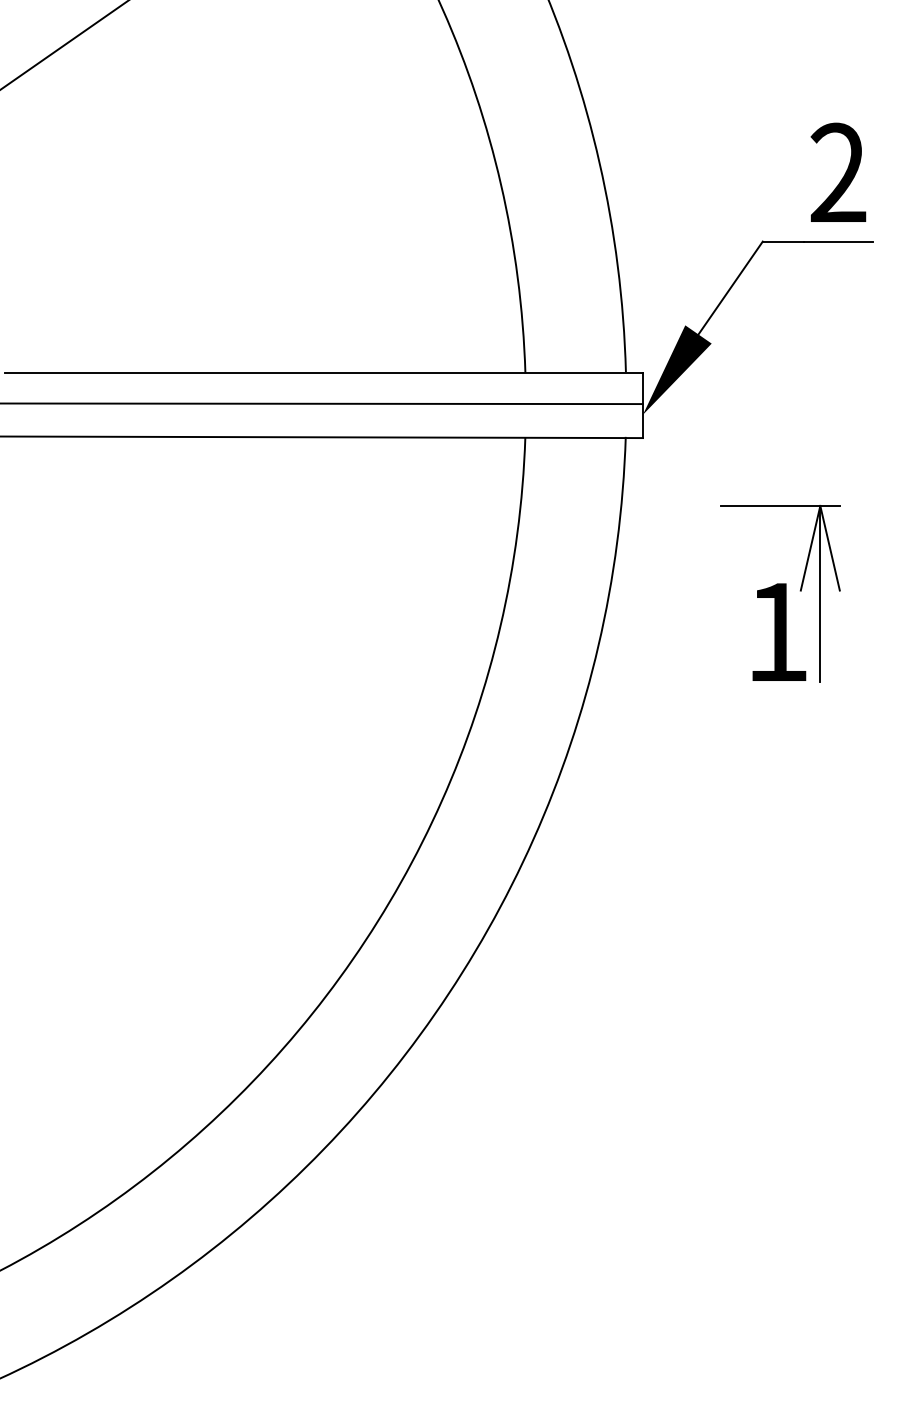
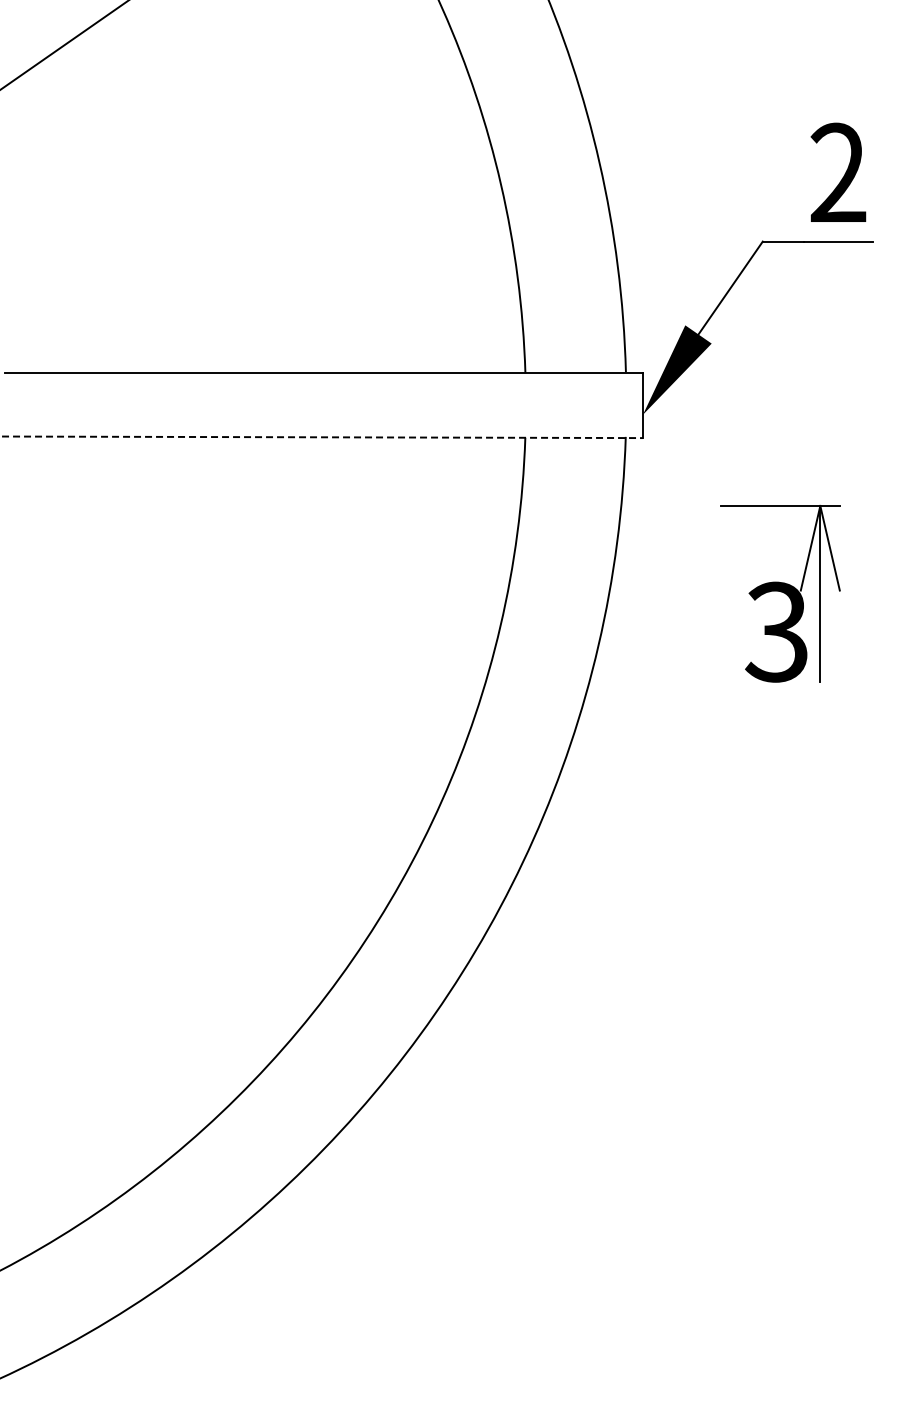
line at (322, 403): present -> none
line at (321, 437): solid -> dashed
text at (776, 631): 1 -> 3
